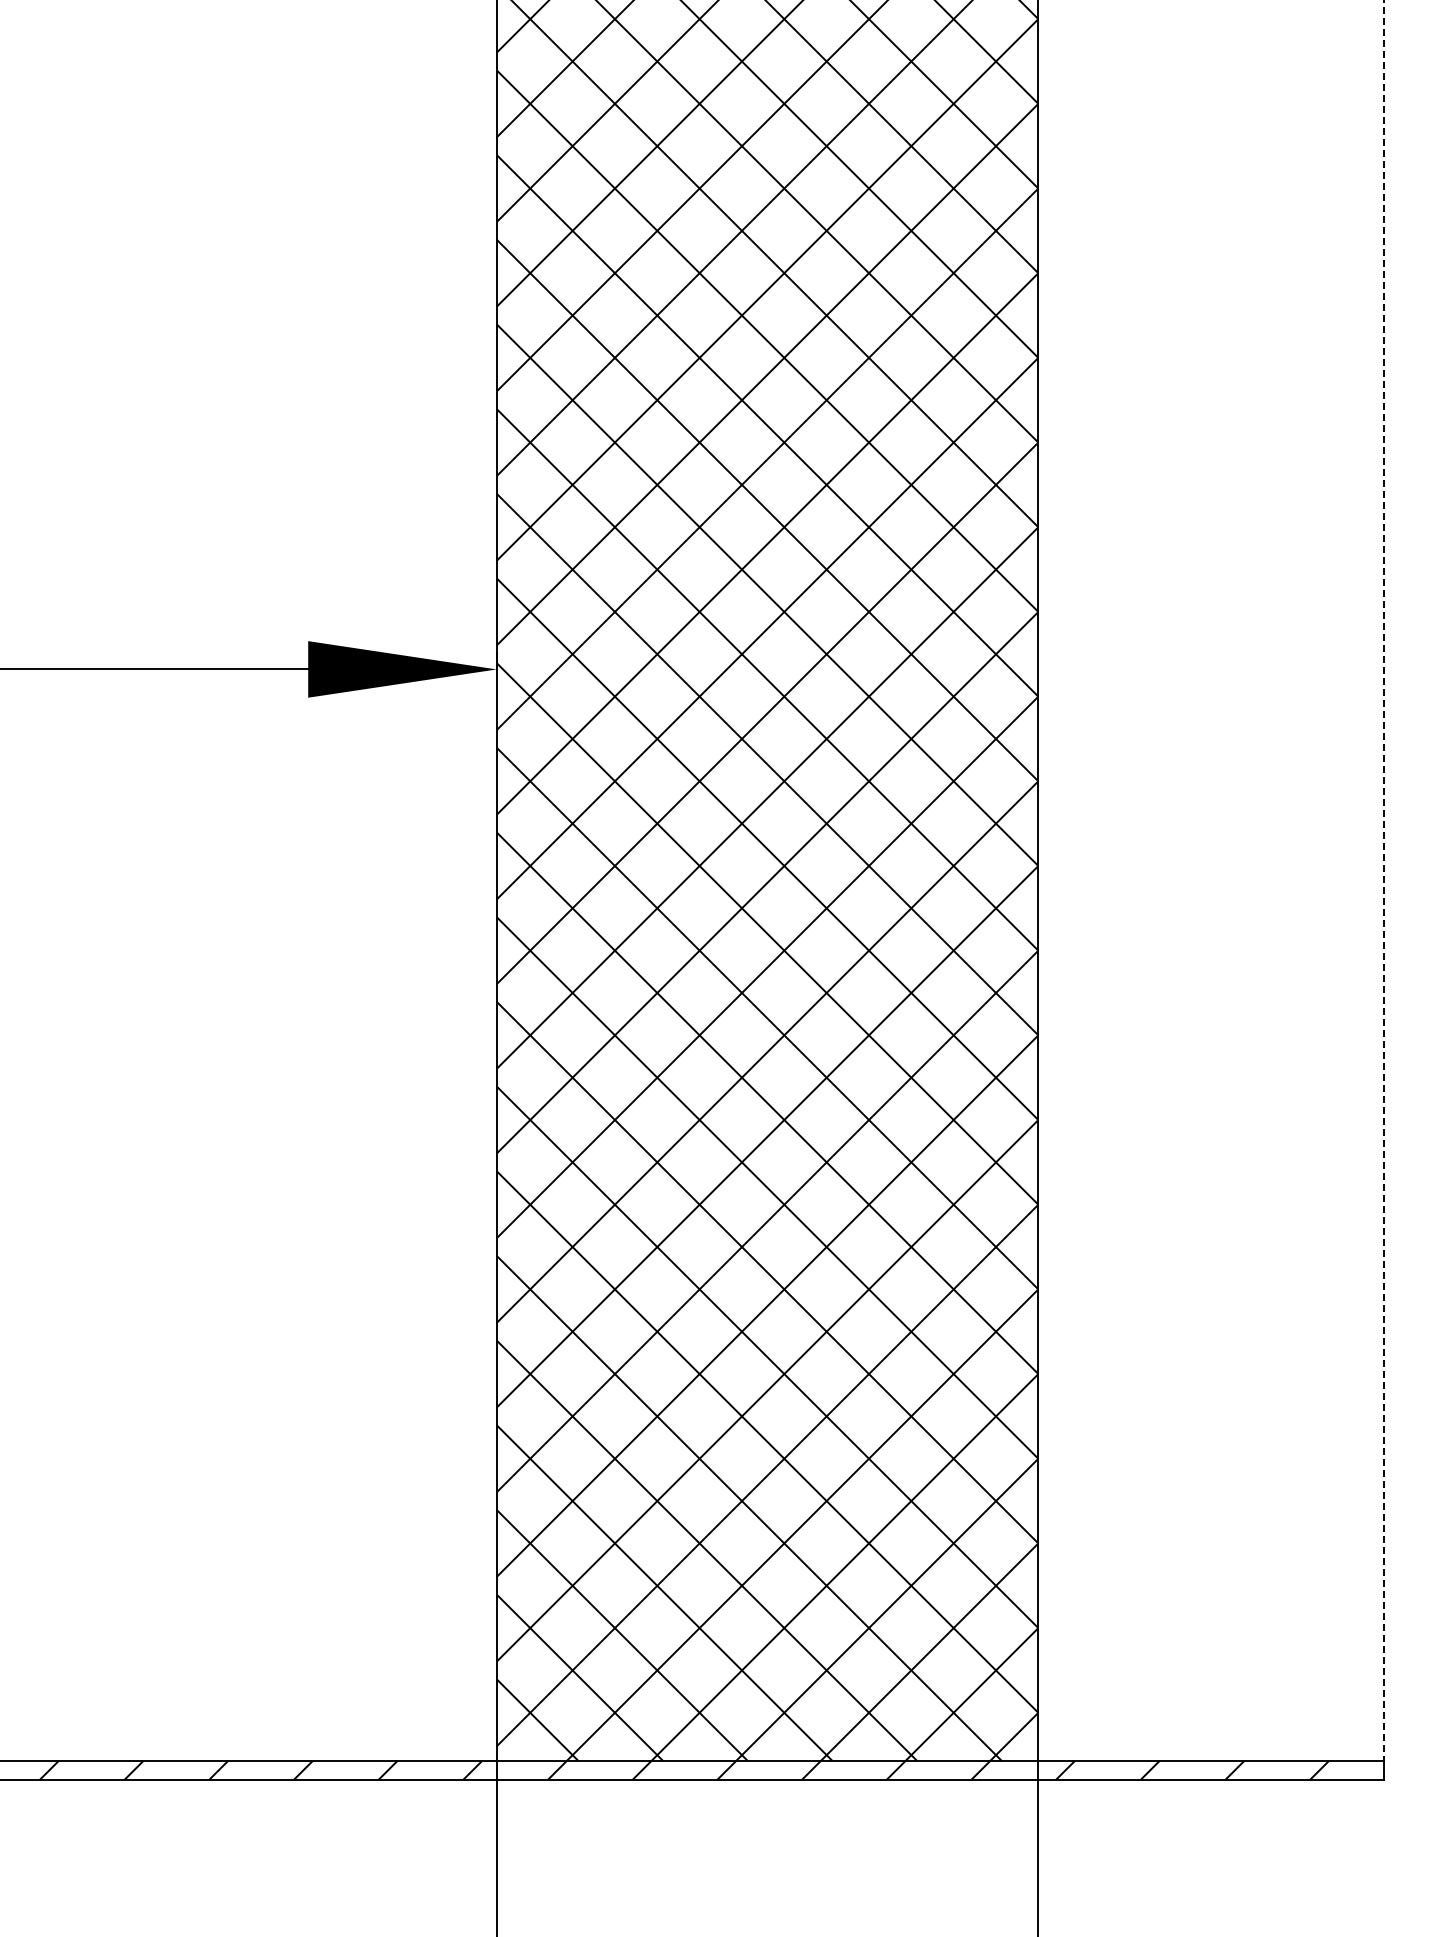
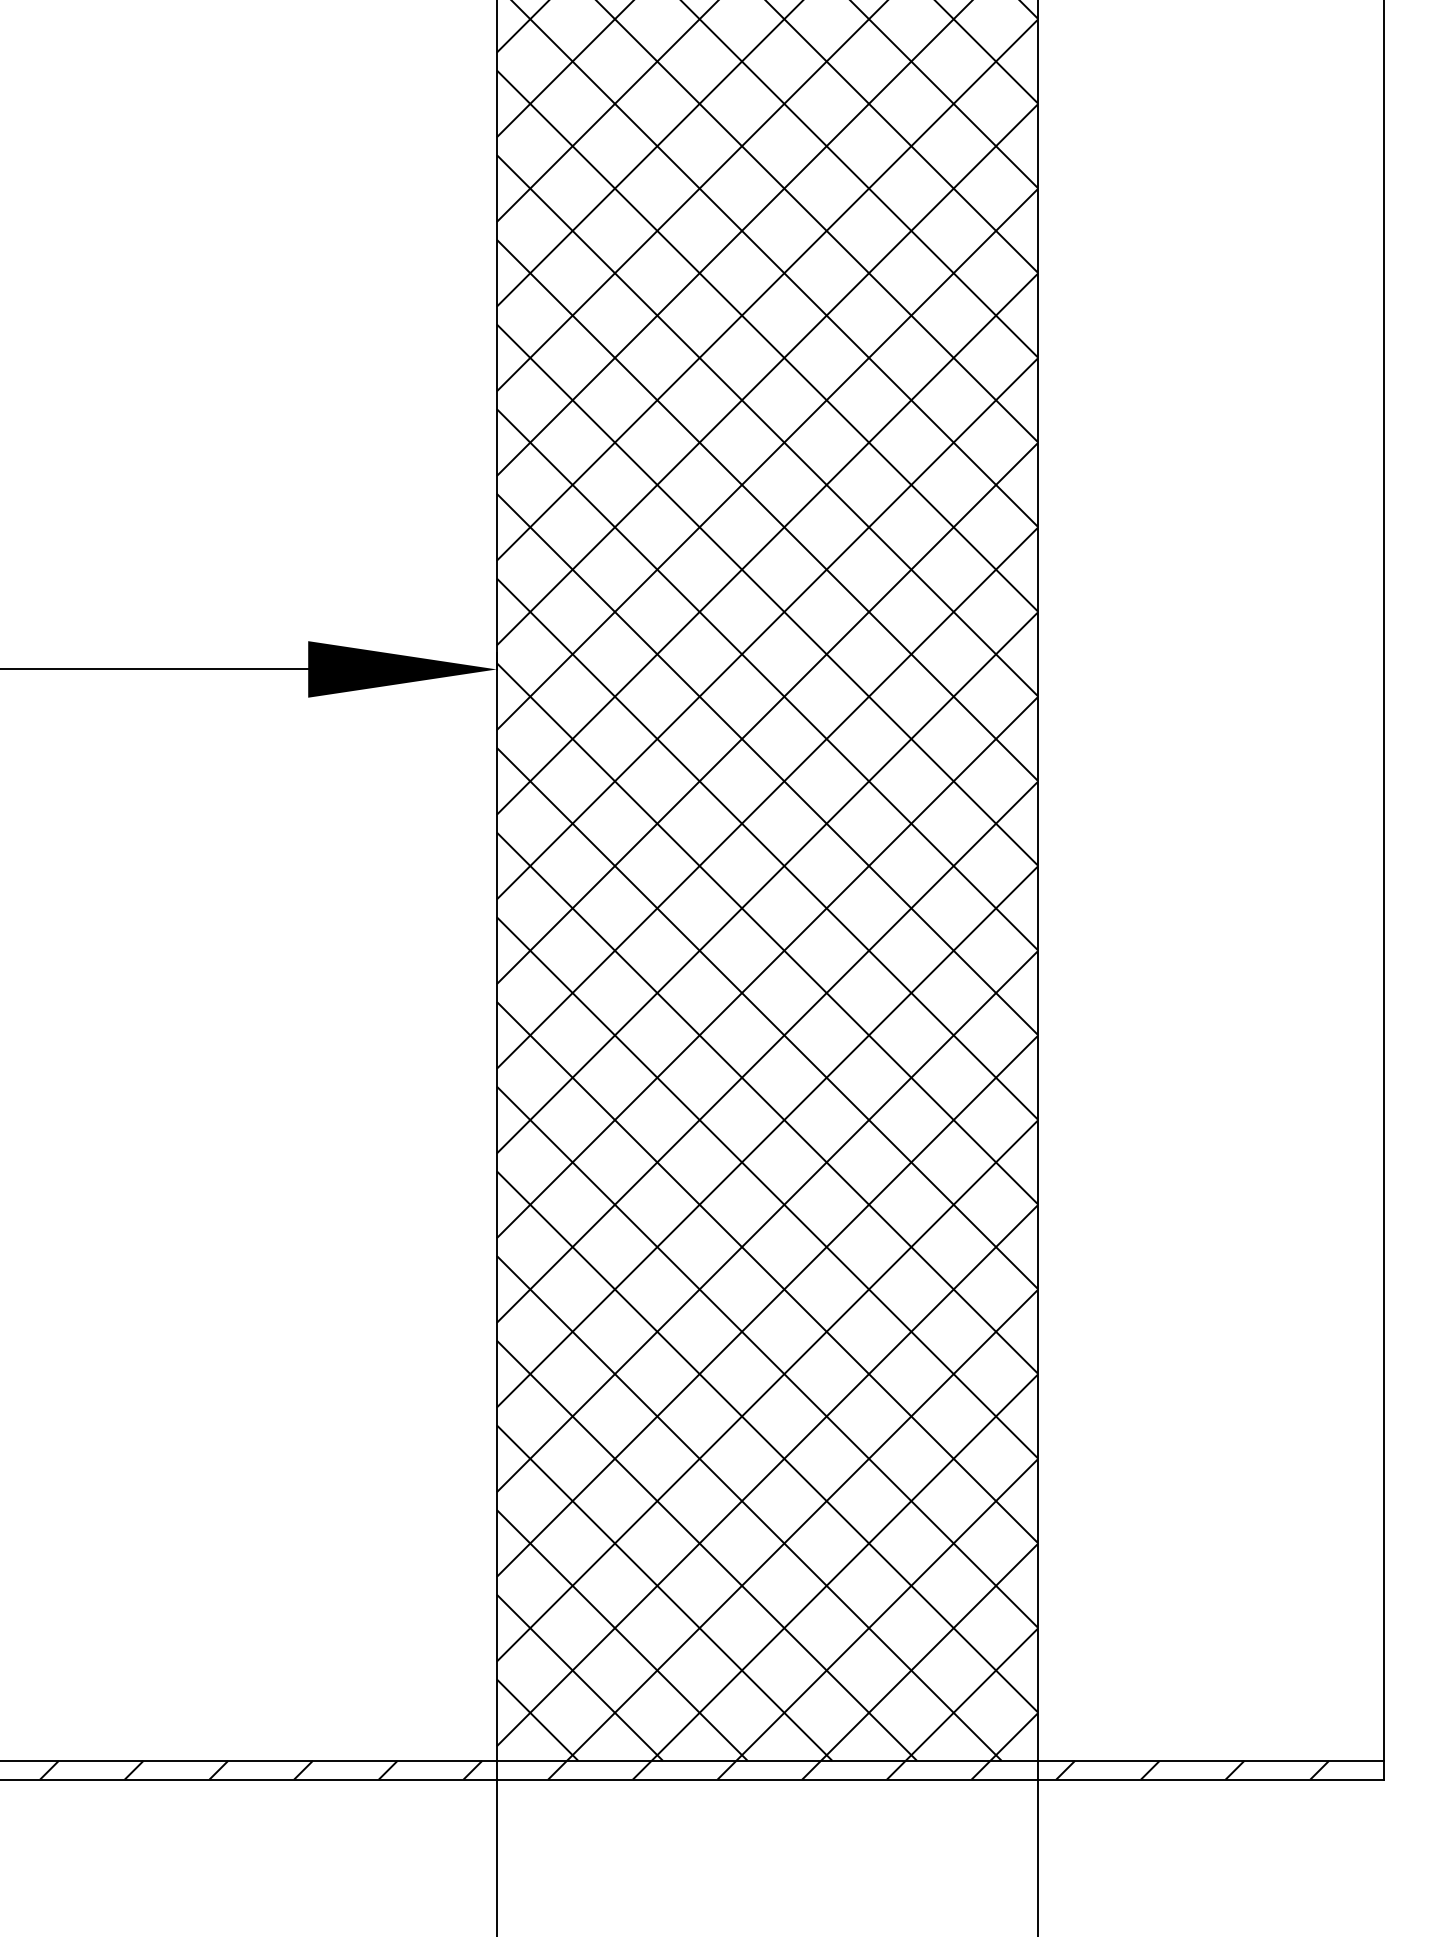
line at (1384, 880): dashed -> solid
